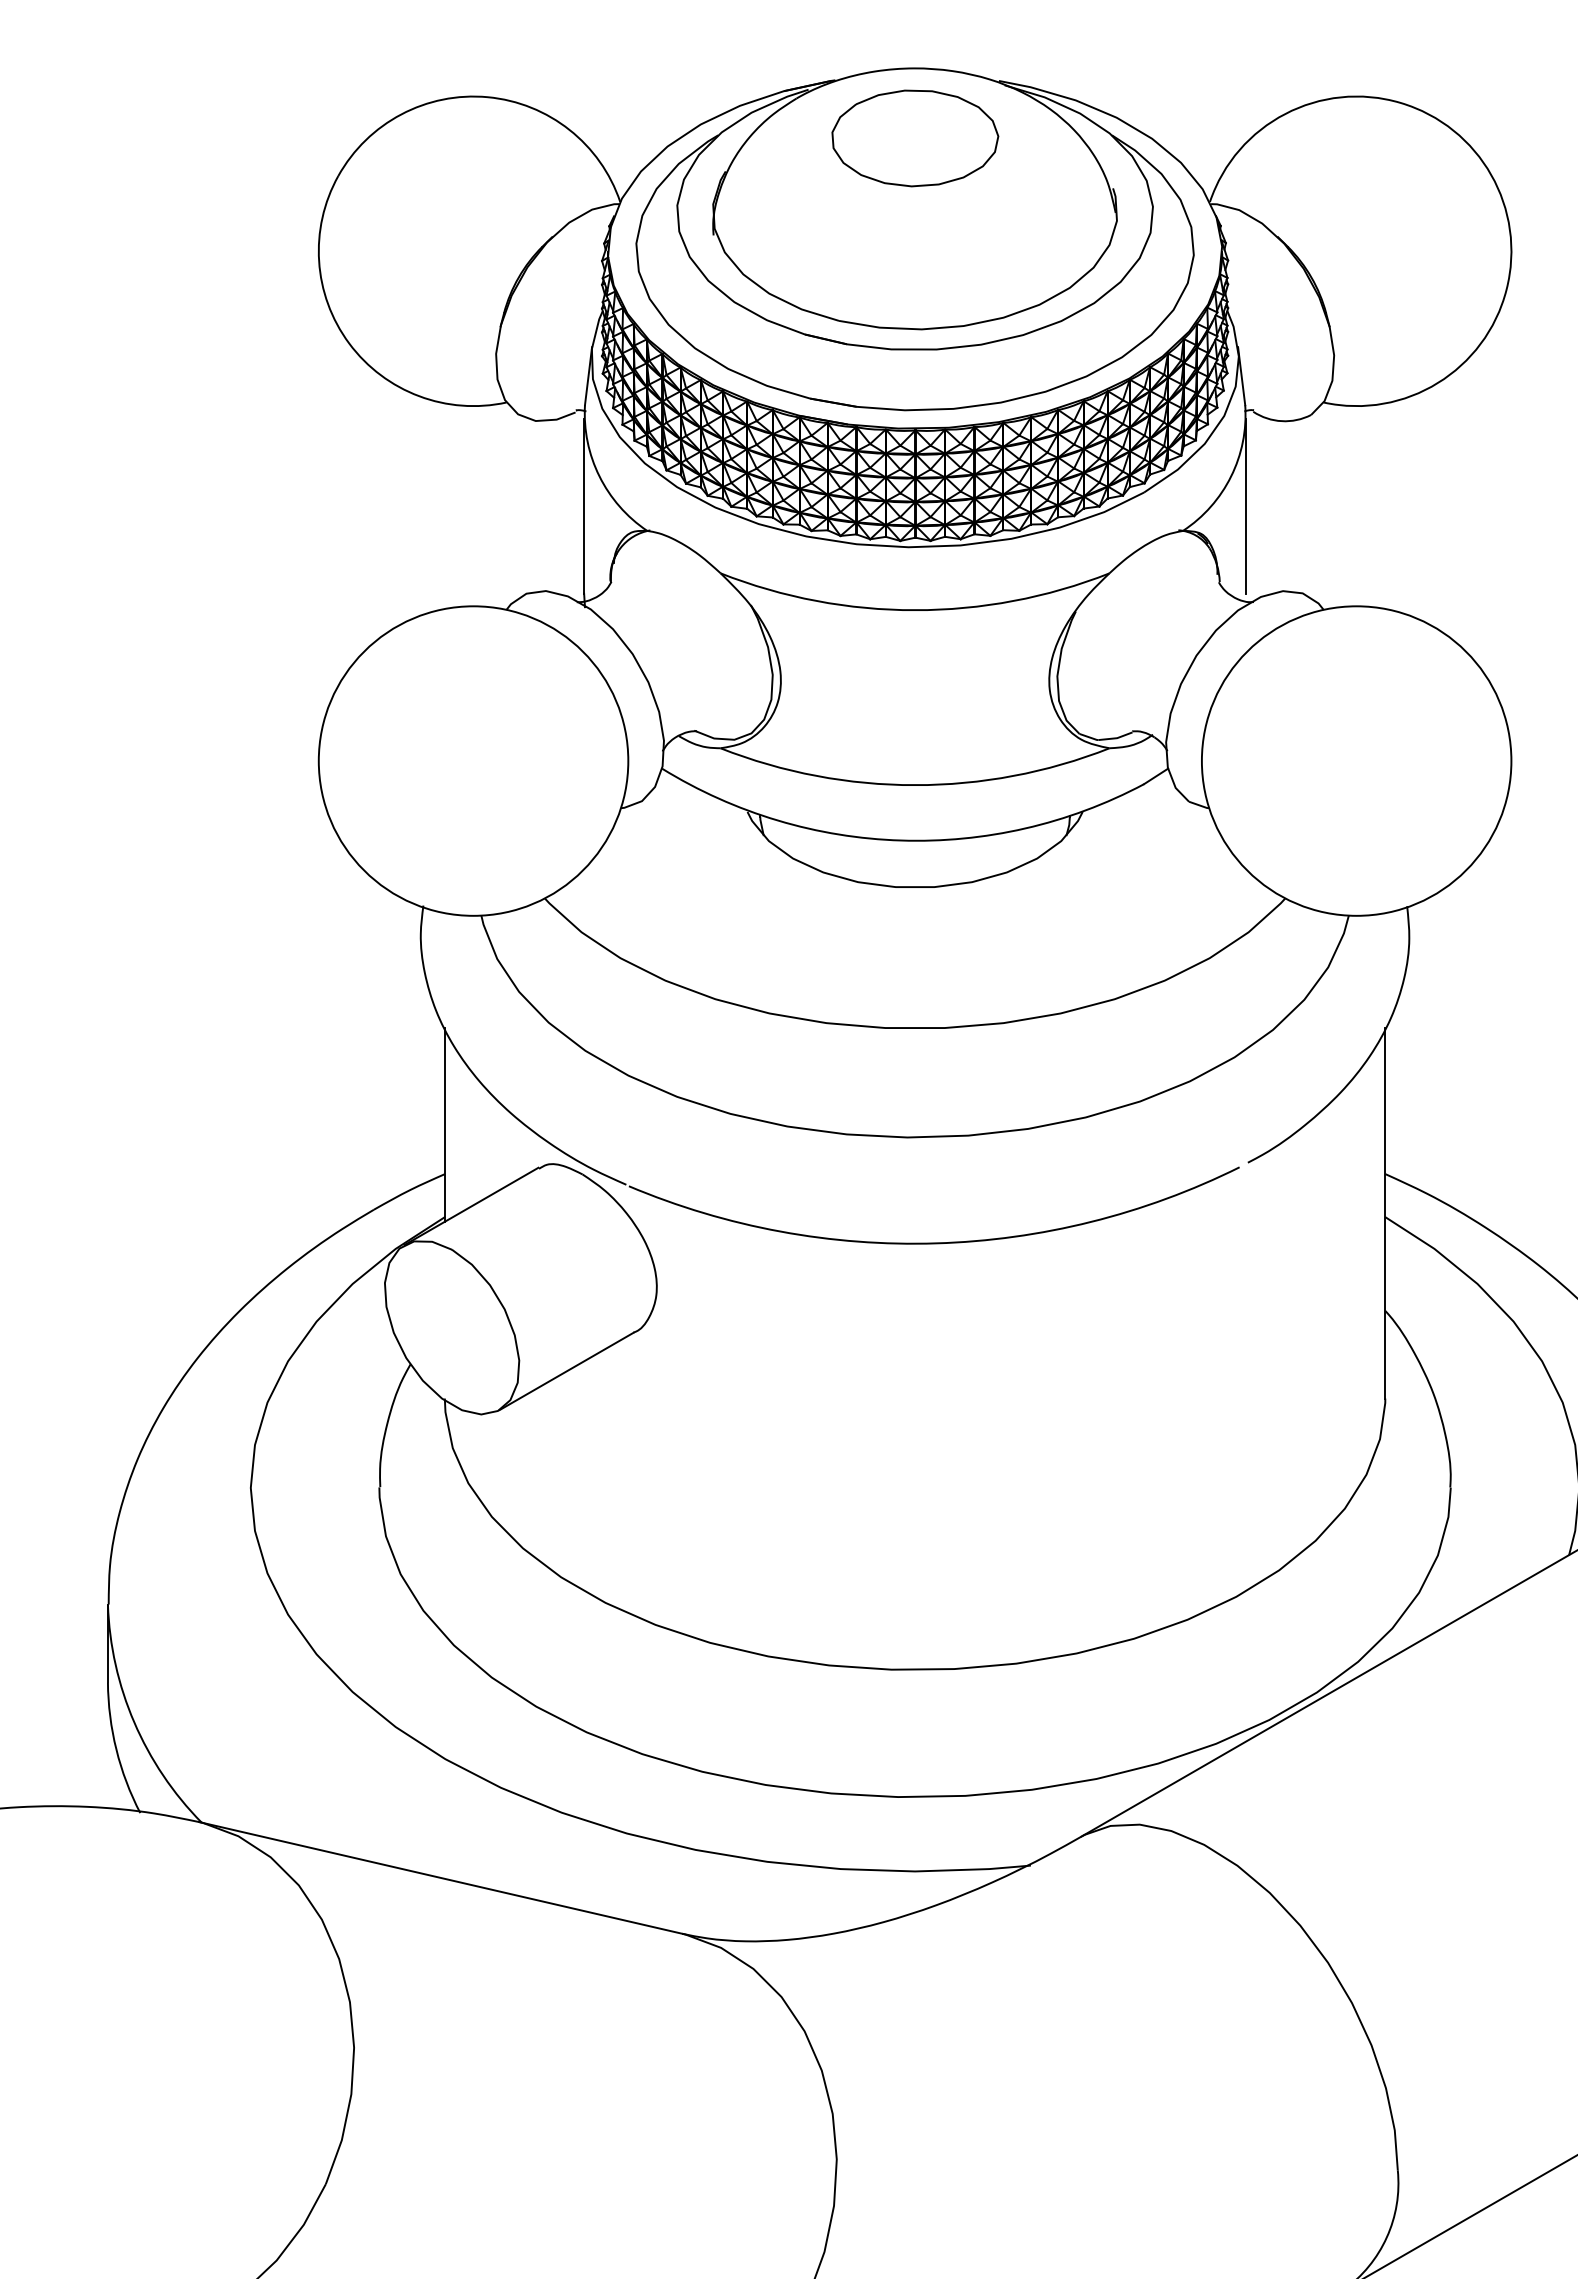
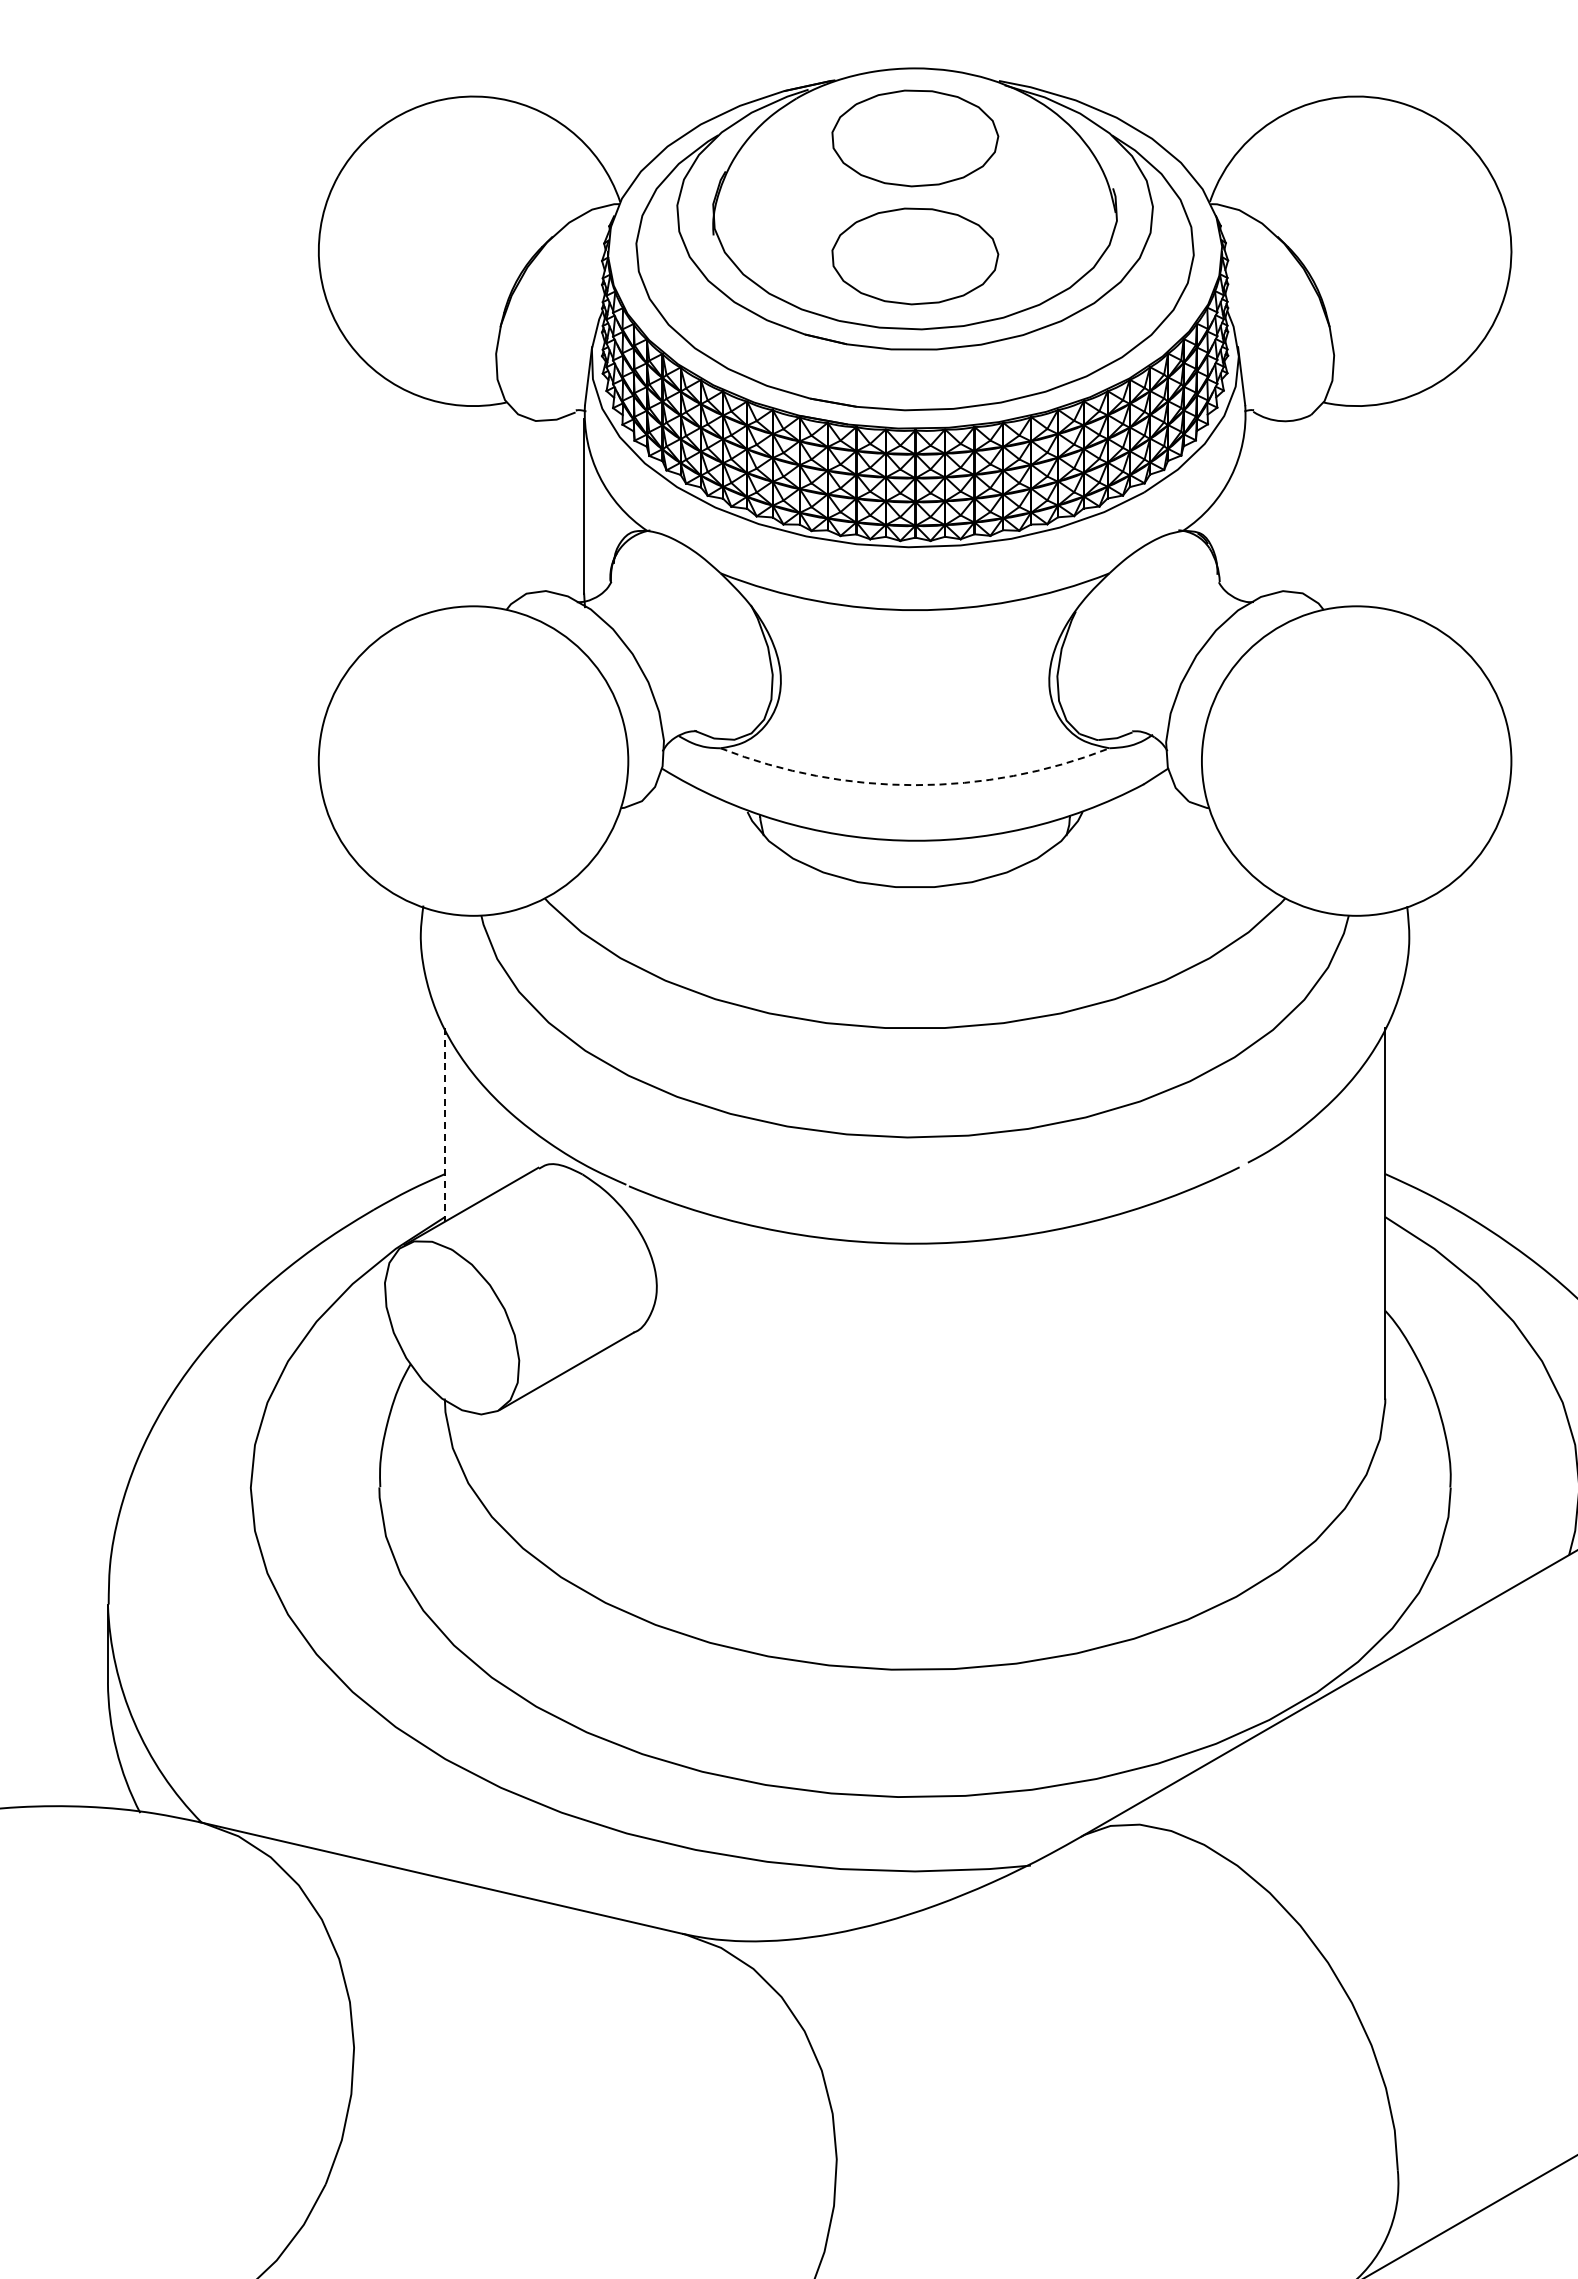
part at (915, 256): none -> present
line at (1246, 505): present -> none
arc at (915, 785): solid -> dashed
line at (444, 1124): solid -> dashed
